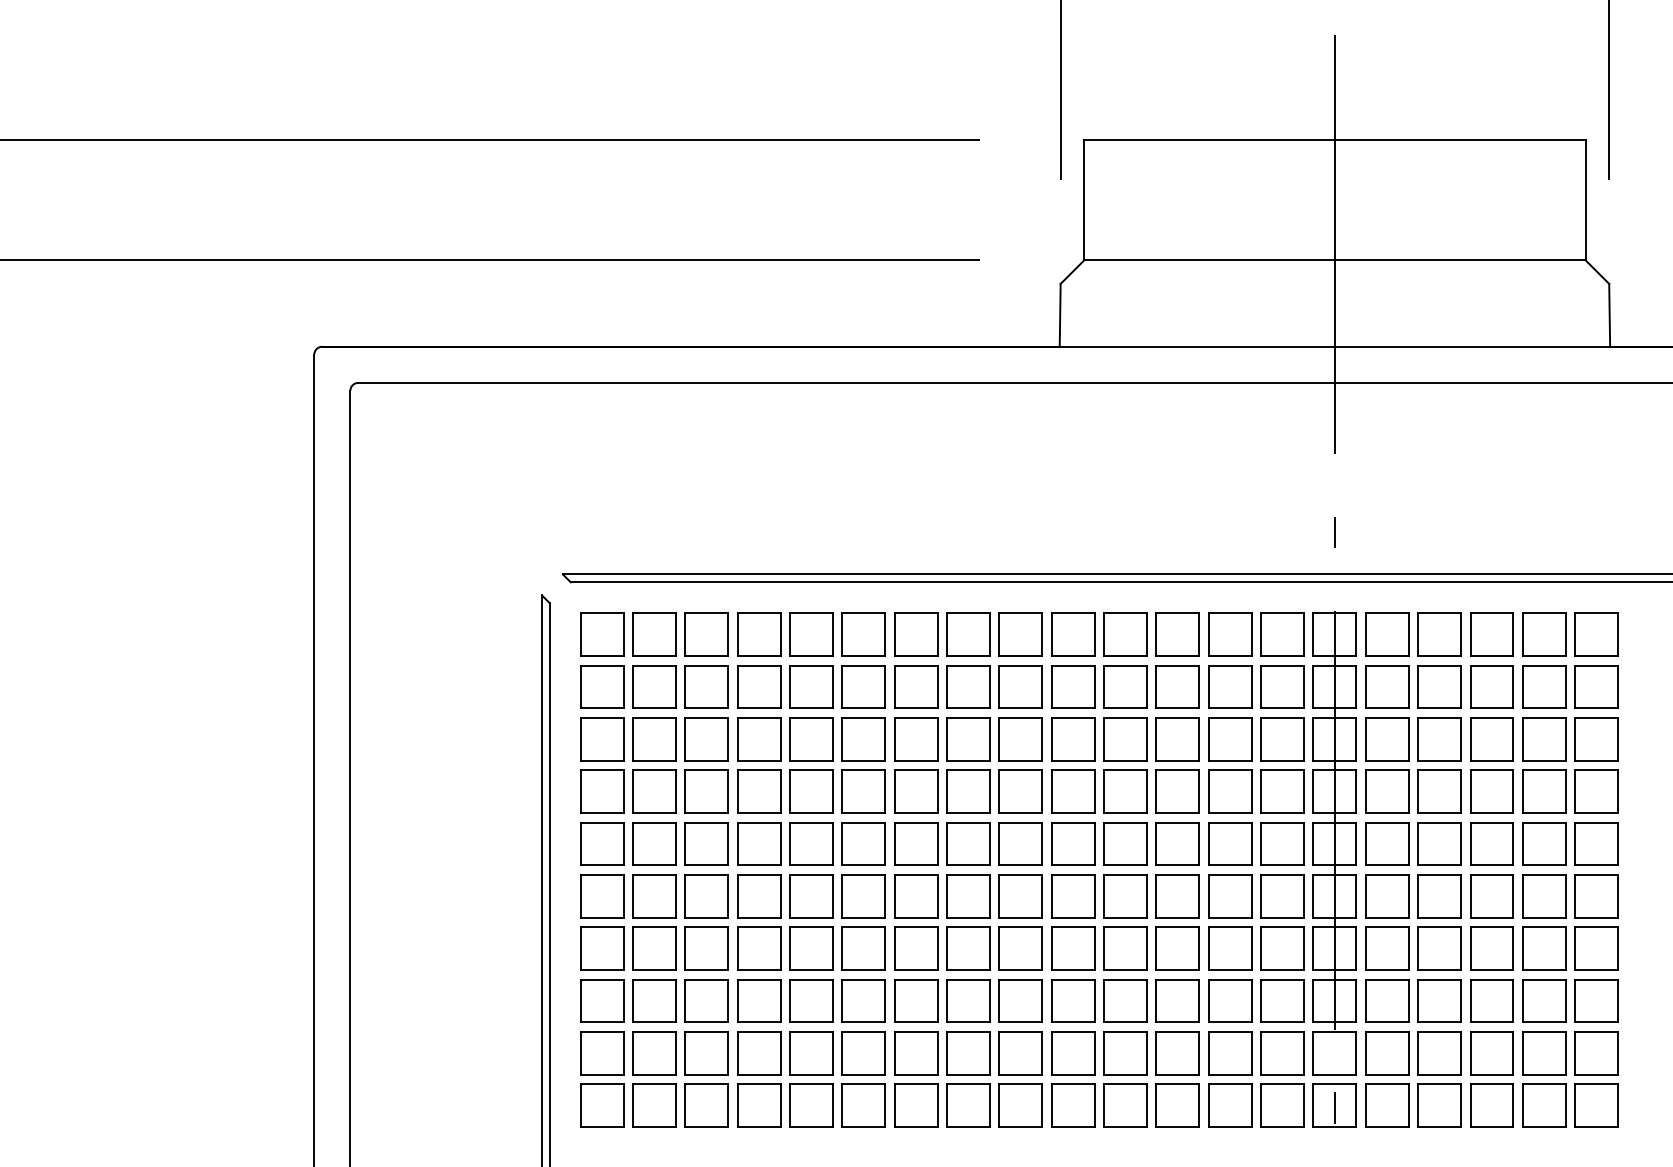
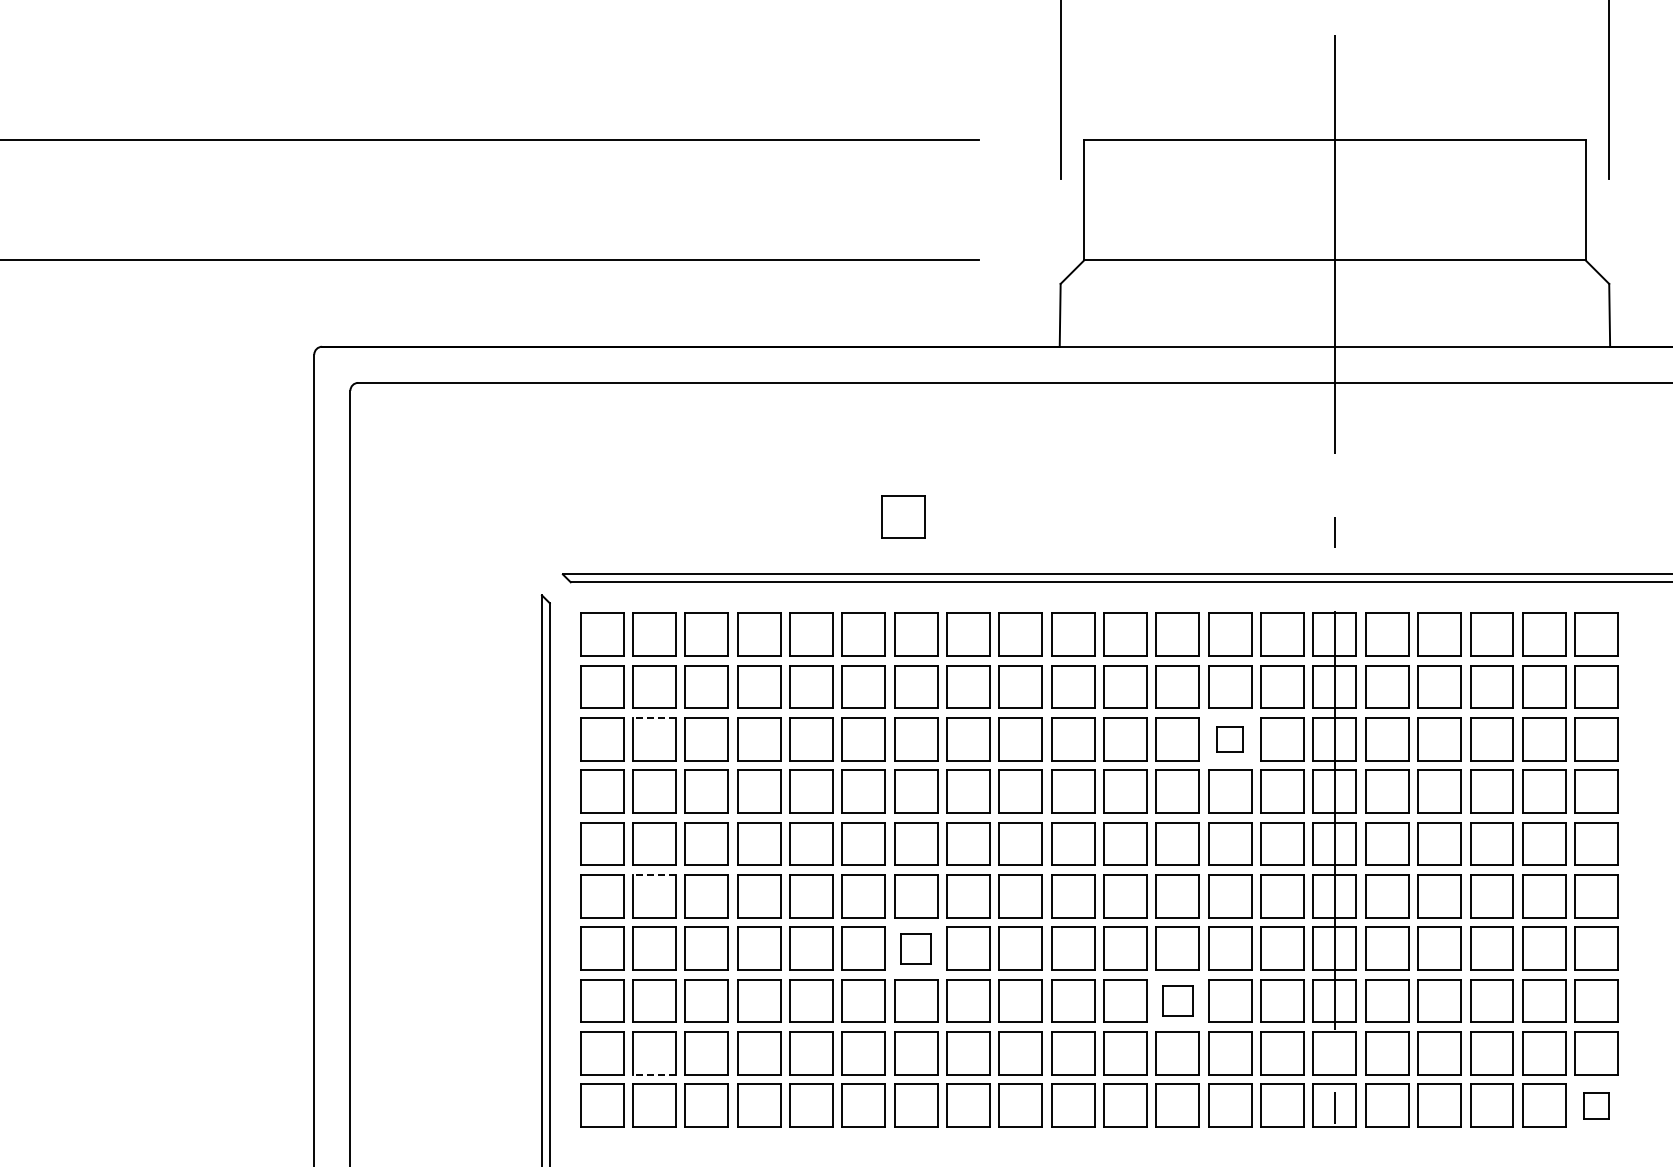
part at (903, 516): none -> present
line at (654, 717): solid -> dashed
part at (1230, 739) size: 45x45 px -> 28x27 px
line at (654, 874): solid -> dashed
part at (916, 948) size: 45x45 px -> 32x32 px
part at (1177, 1000) size: 45x44 px -> 32x32 px
line at (654, 1074): solid -> dashed
part at (1596, 1105) size: 45x45 px -> 27x28 px
